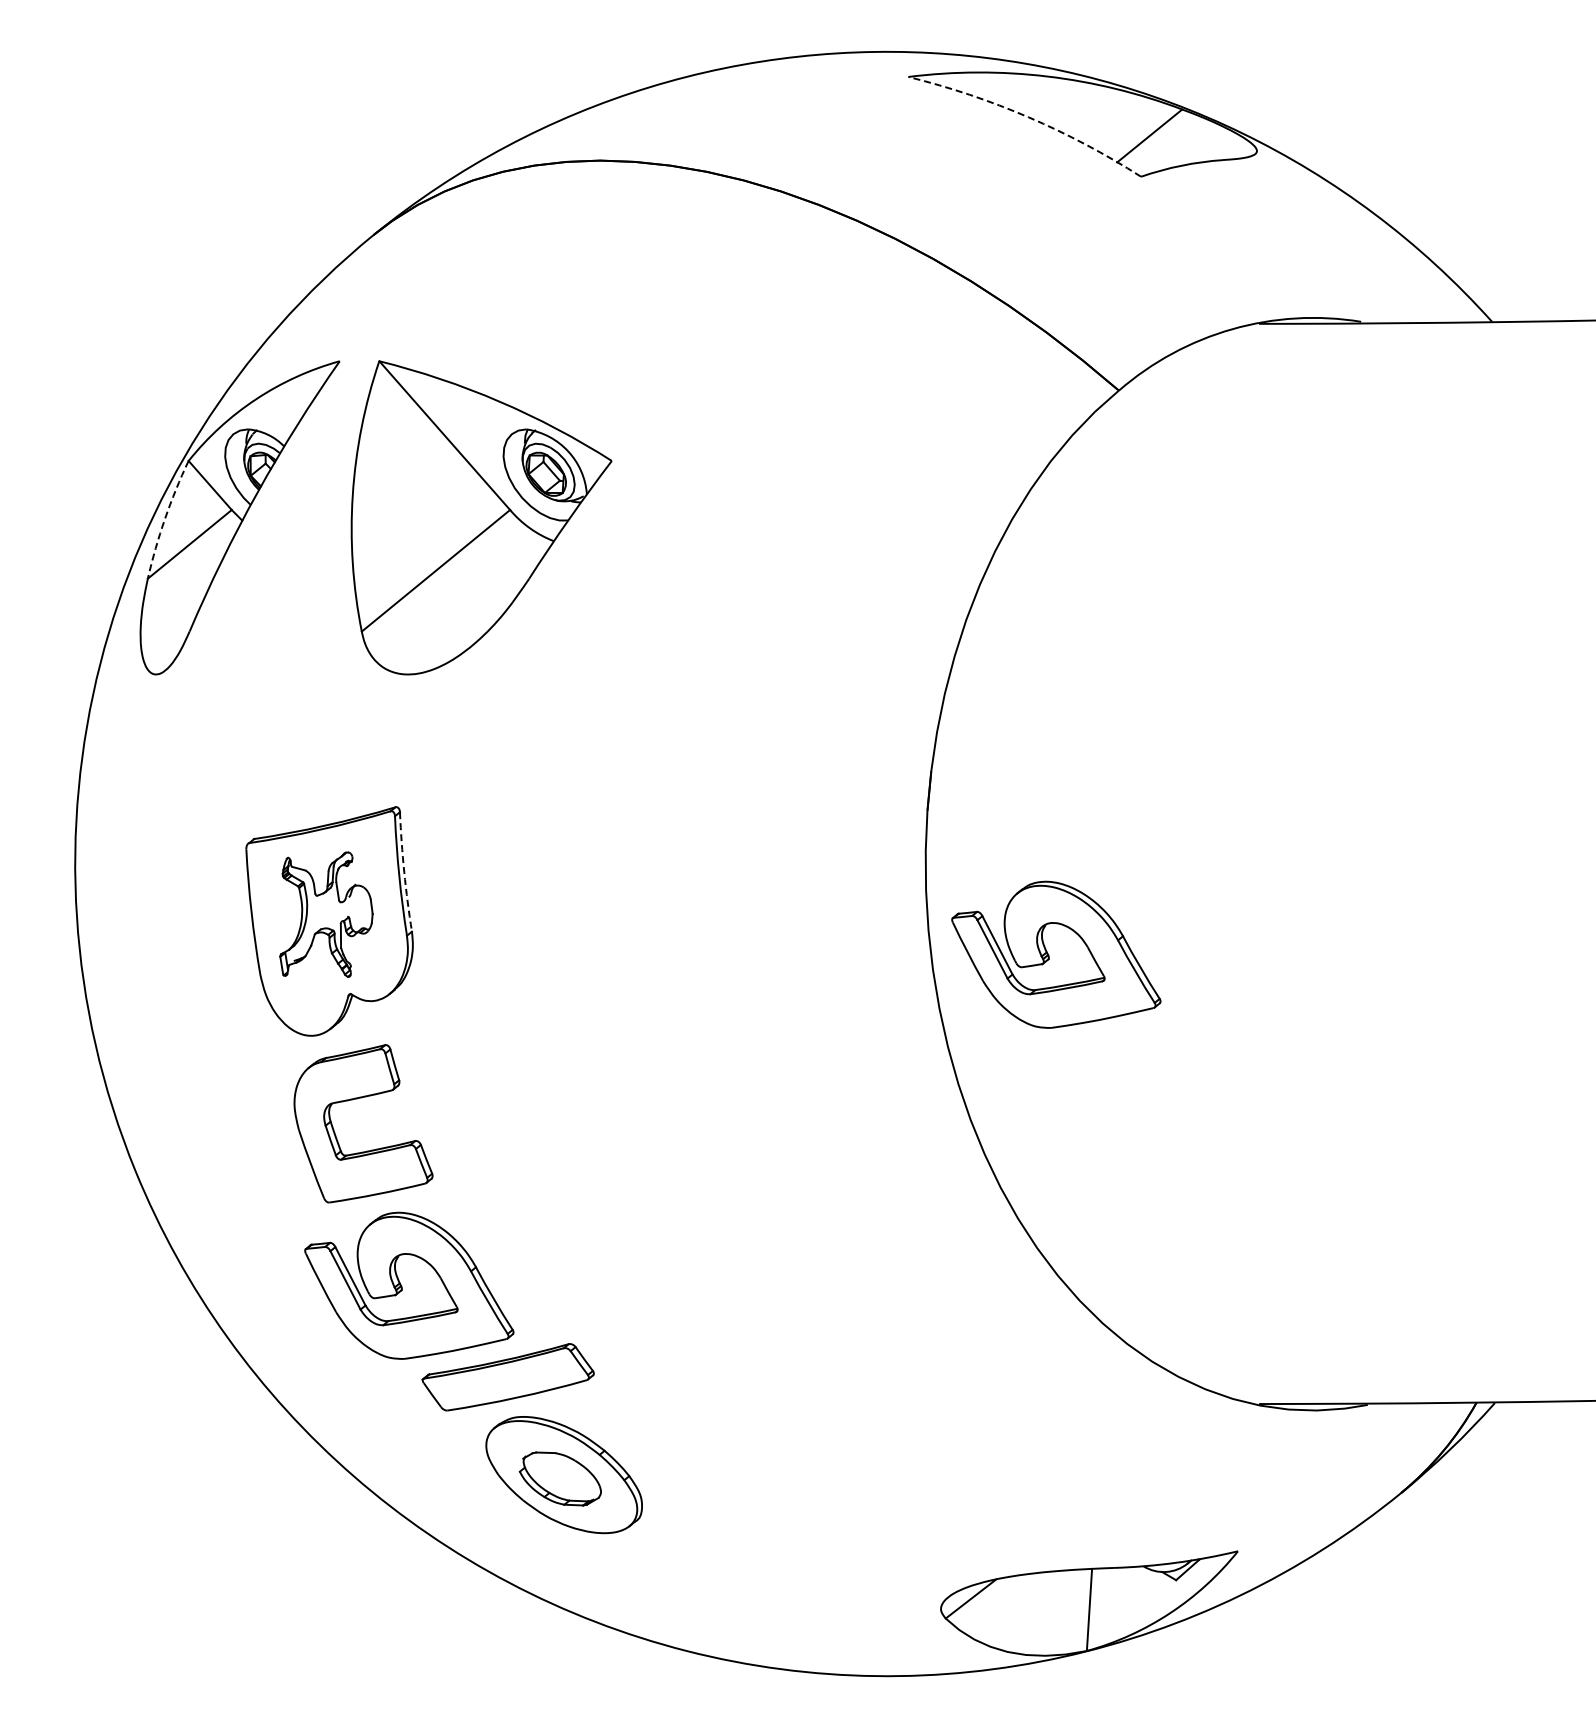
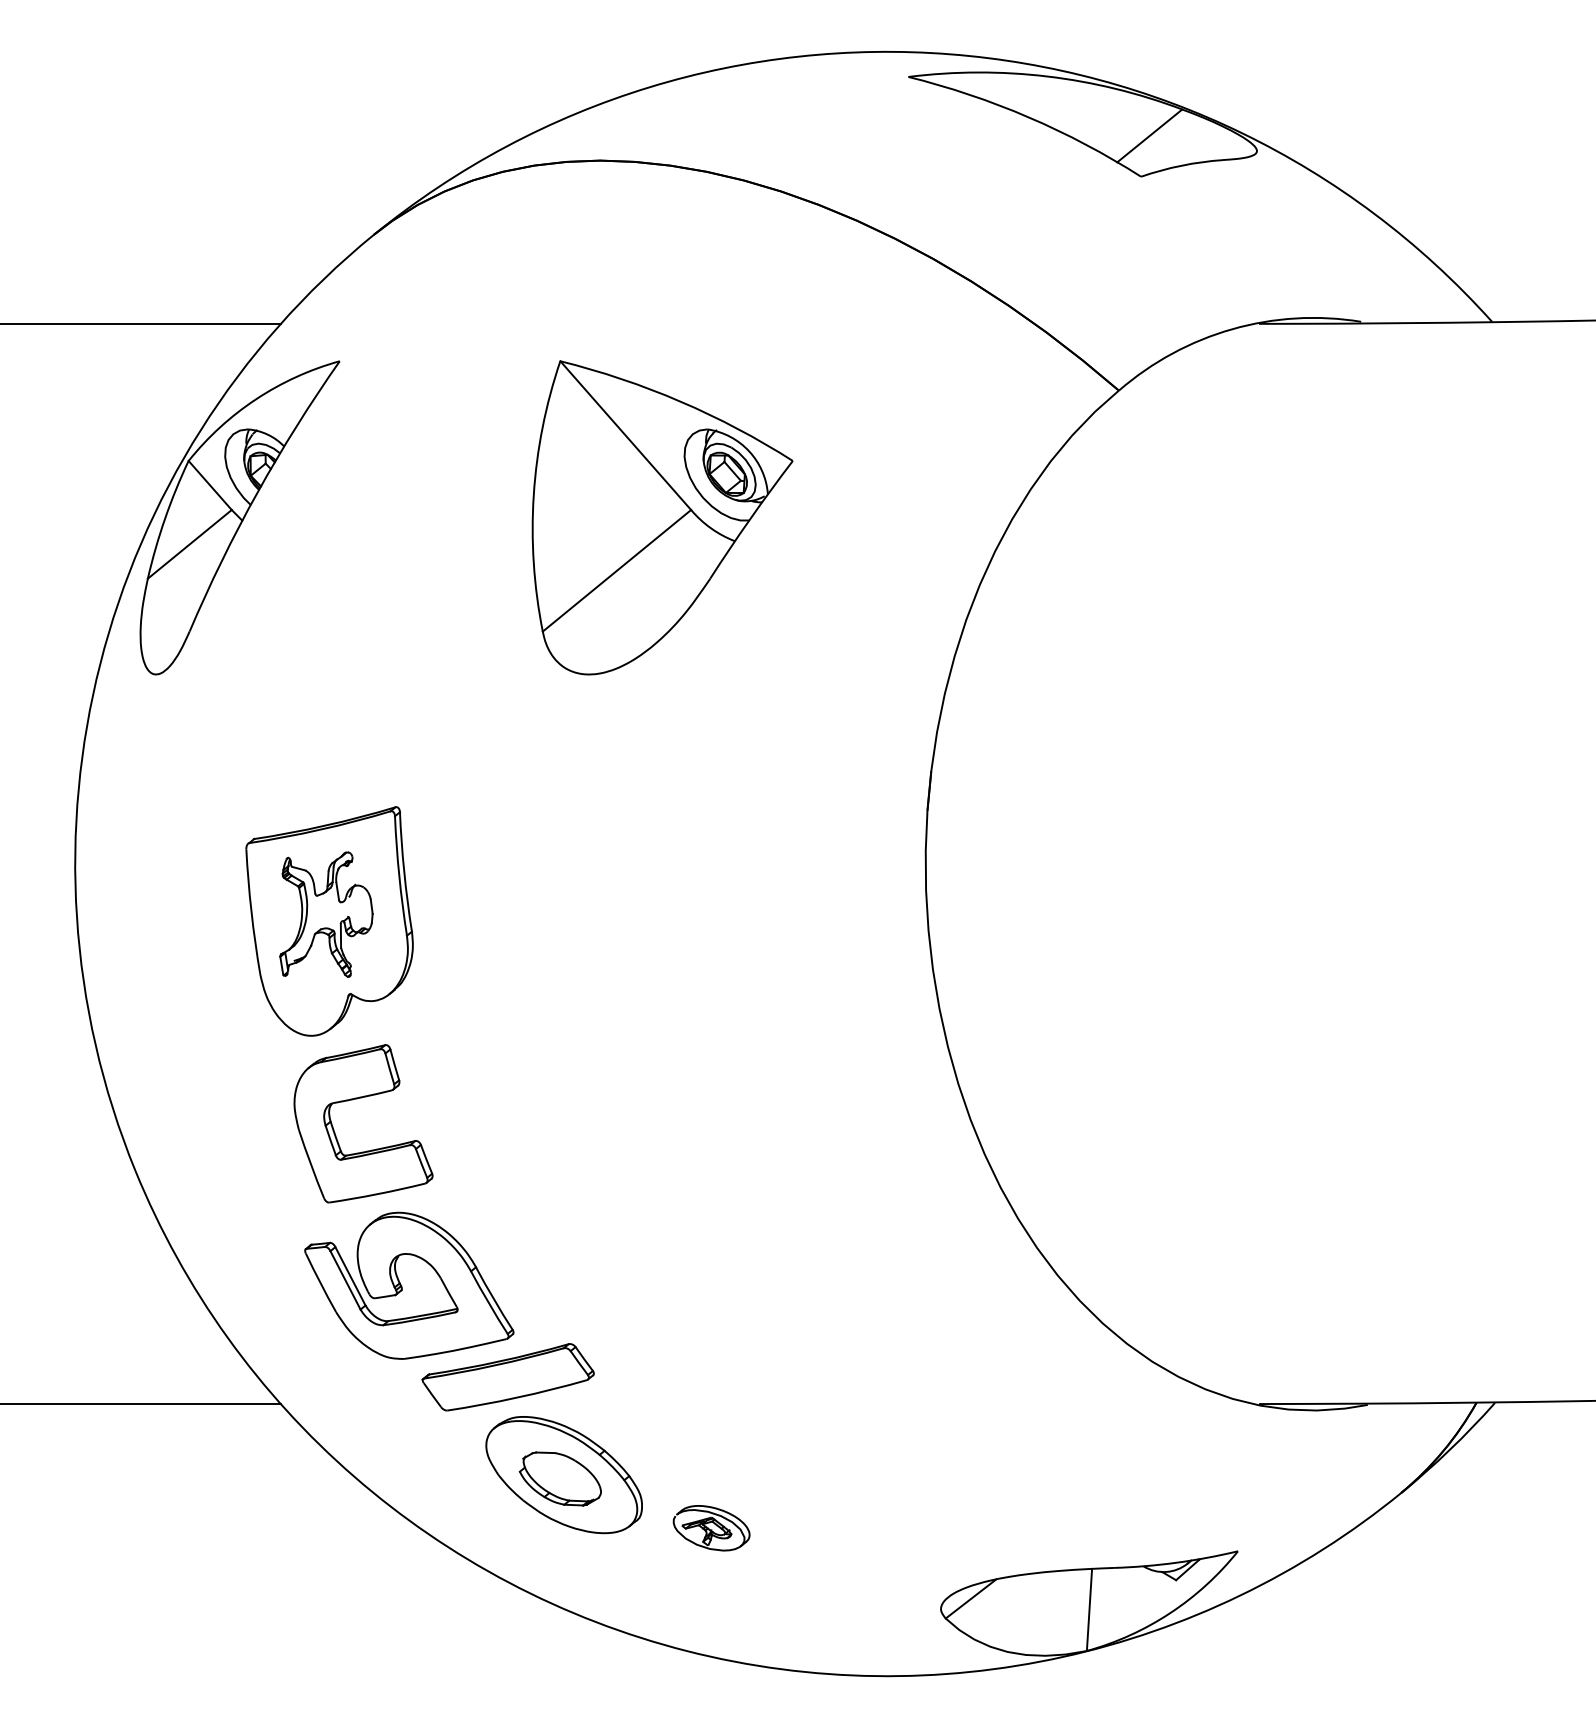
arc at (1028, 117): dashed -> solid
line at (141, 323): none -> present
part at (481, 517) position: (481, 517) -> (662, 517)
arc at (165, 518): dashed -> solid
arc at (404, 872): dashed -> solid
part at (1049, 955): present -> none
line at (141, 1404): none -> present
part at (711, 1528): none -> present
